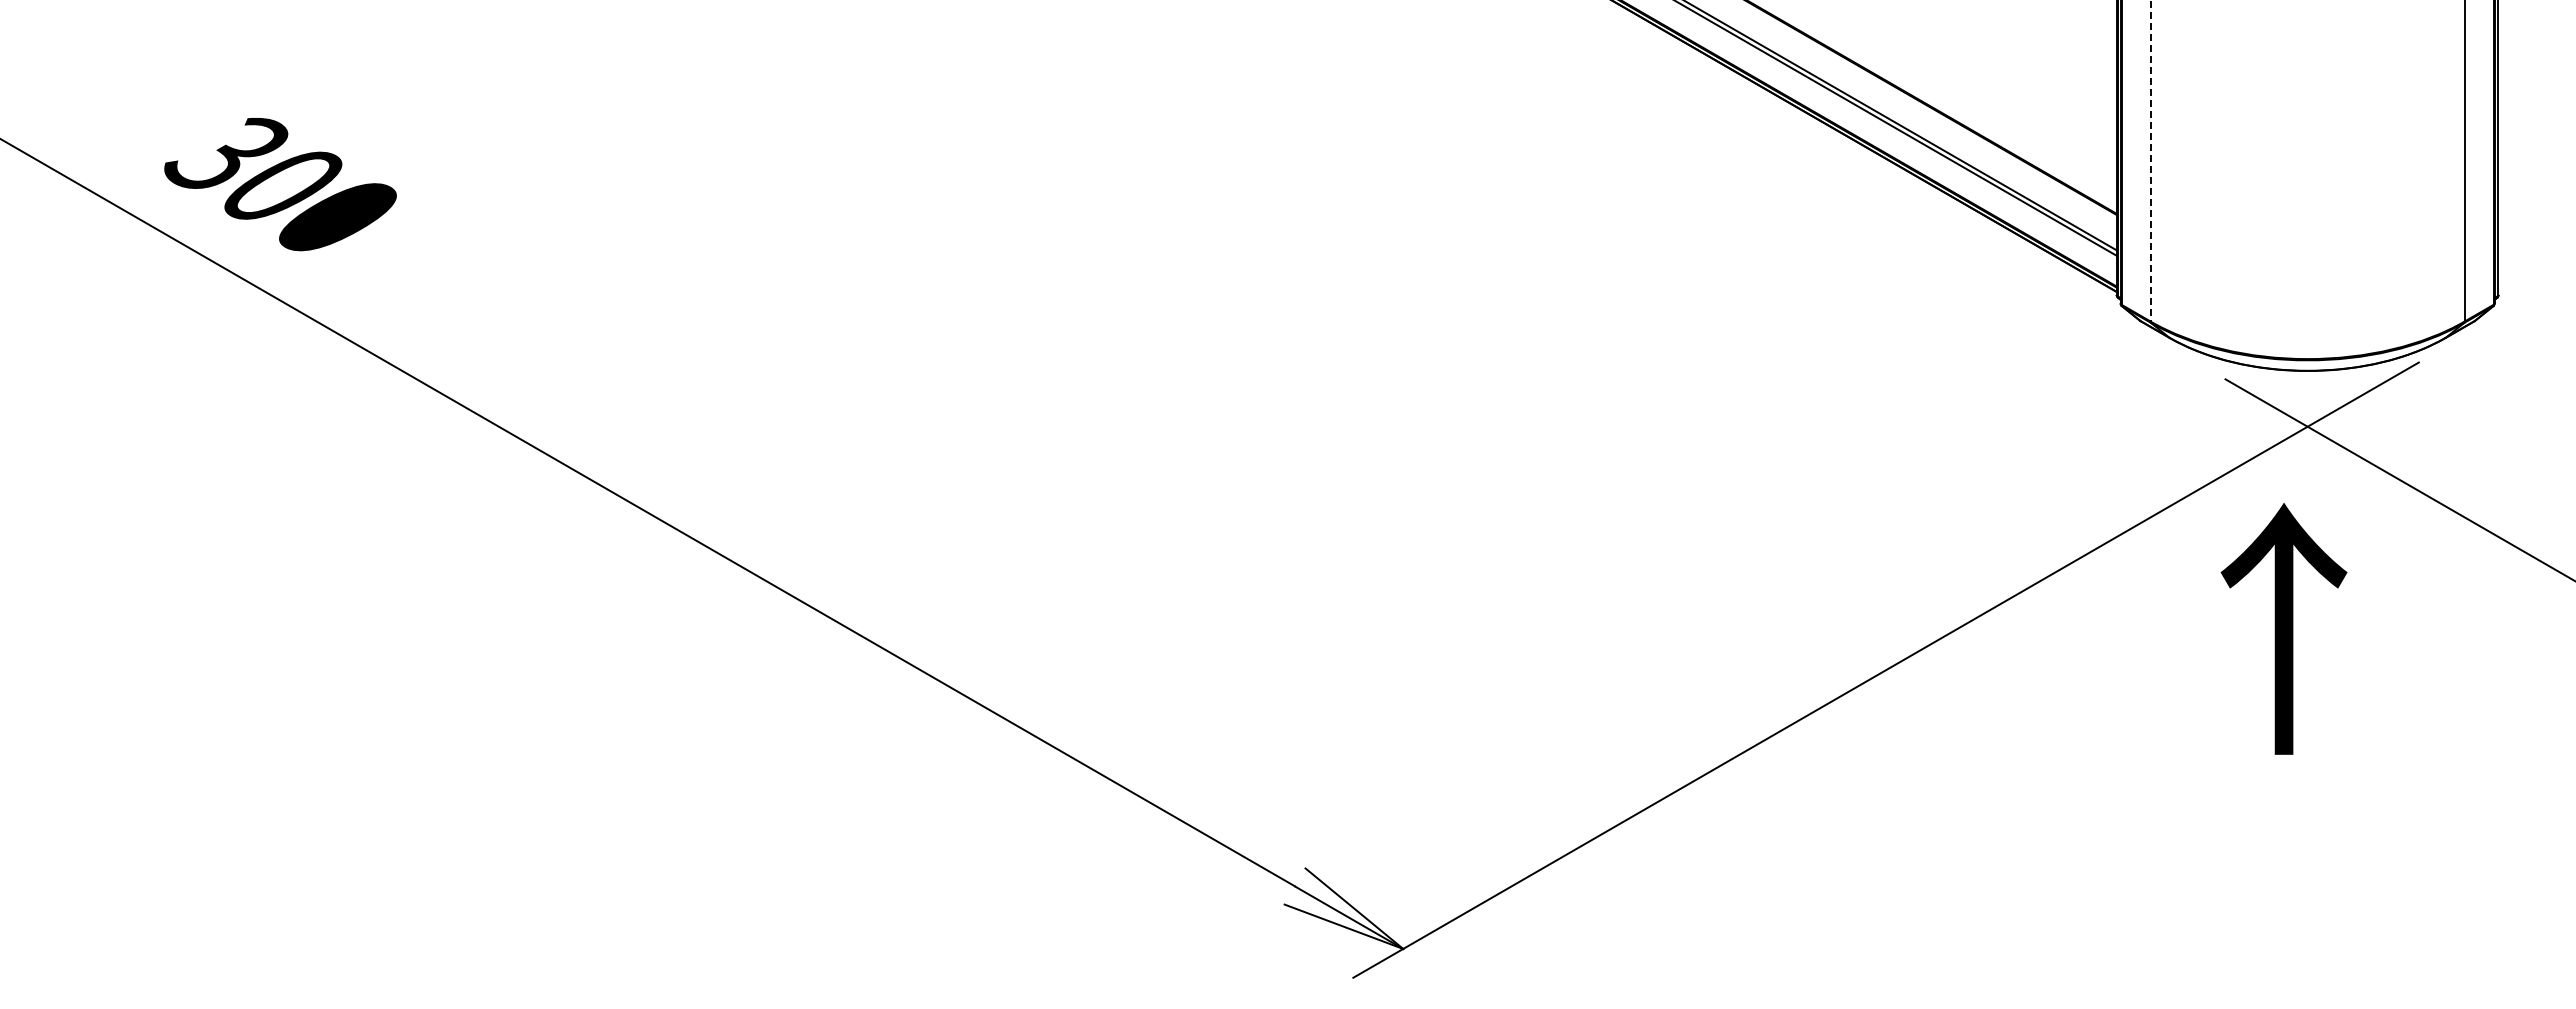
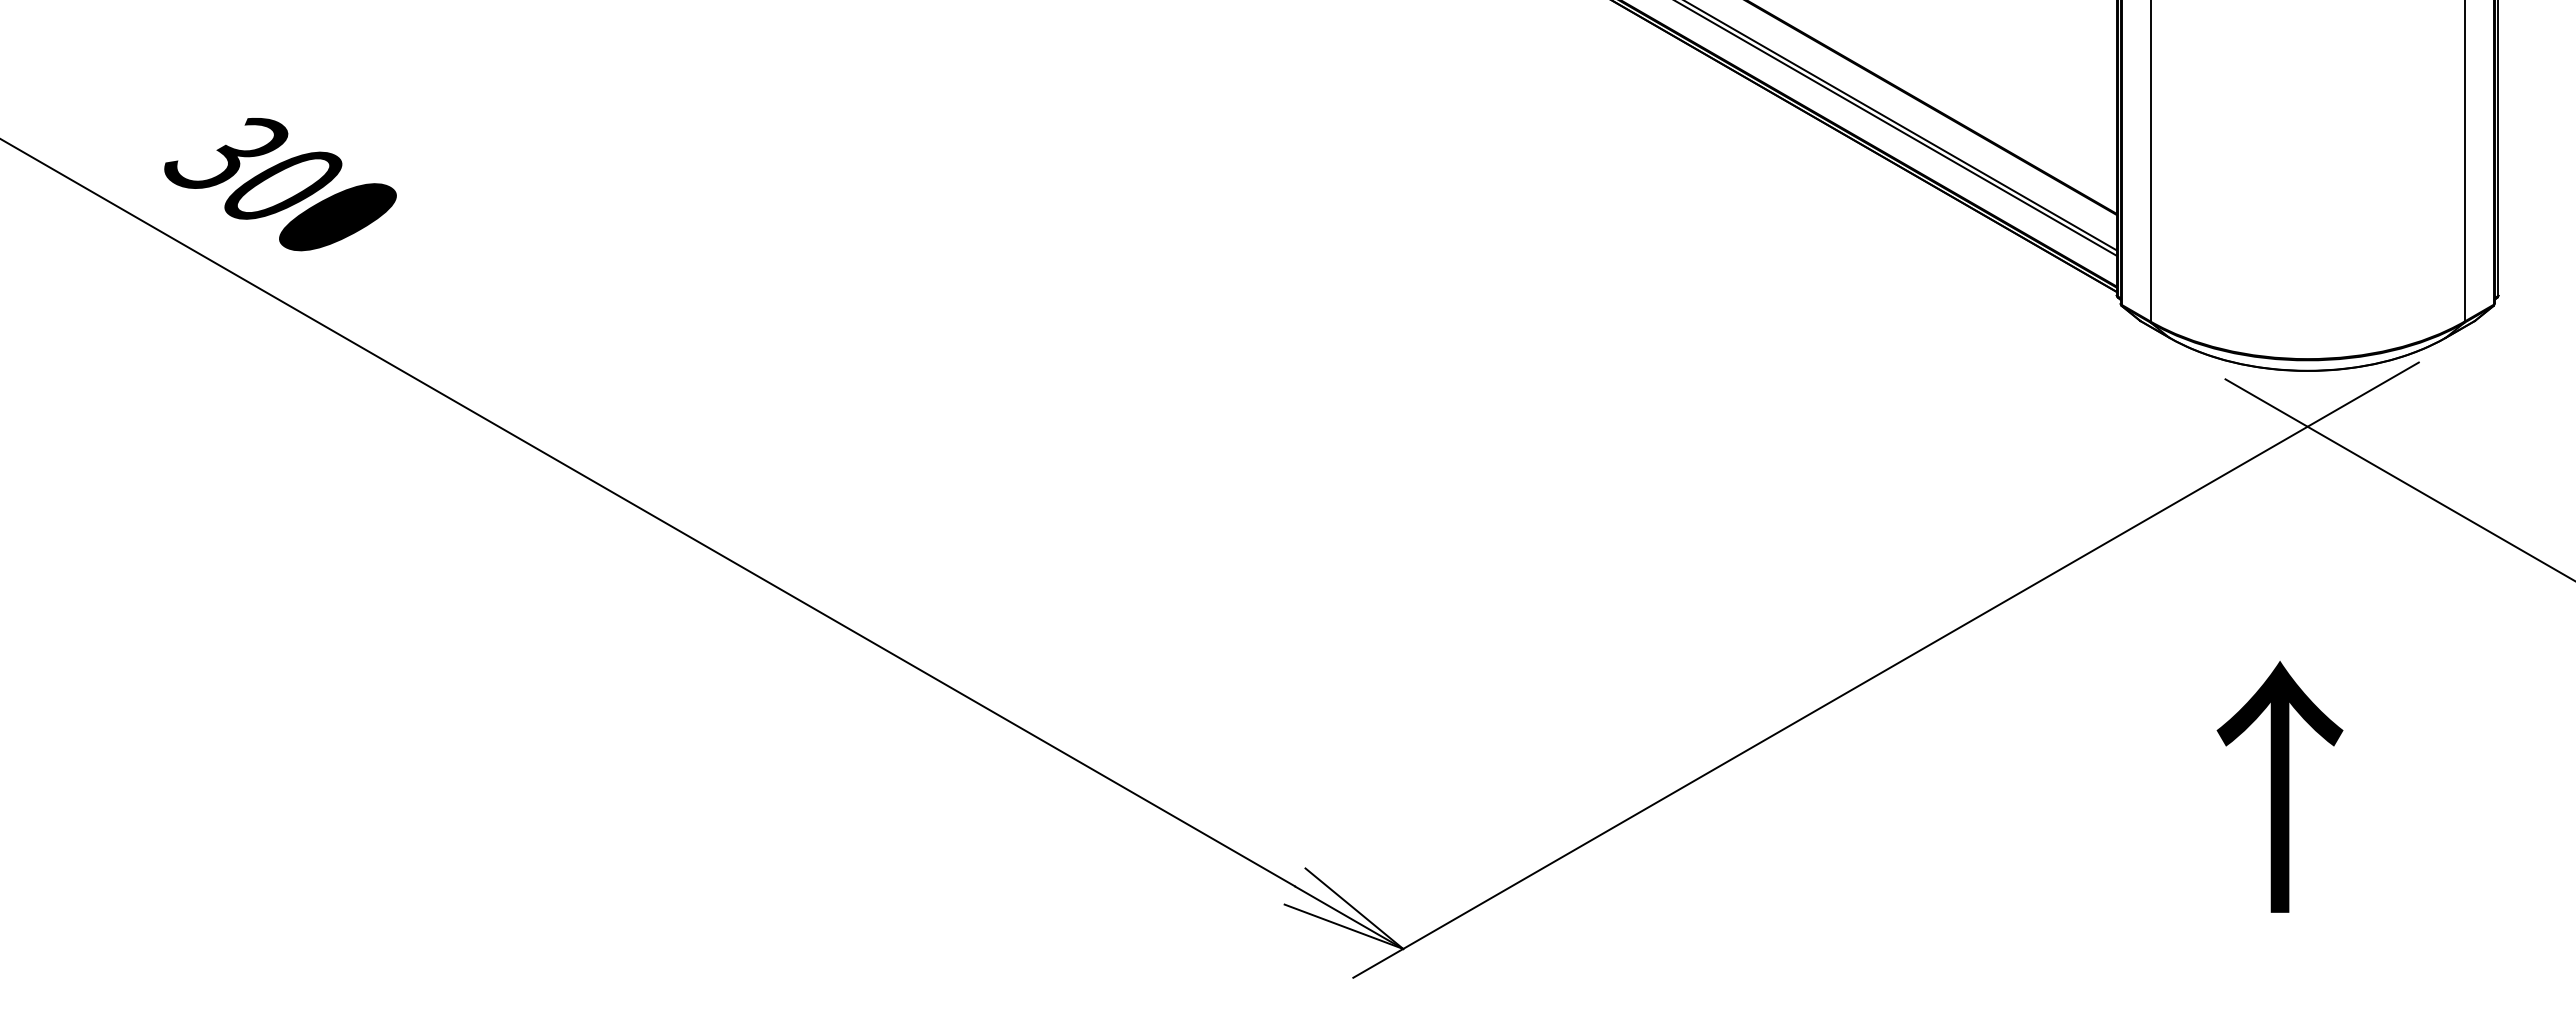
line at (2150, 161): dashed -> solid
text at (2283, 628) position: (2283, 628) -> (2279, 786)
